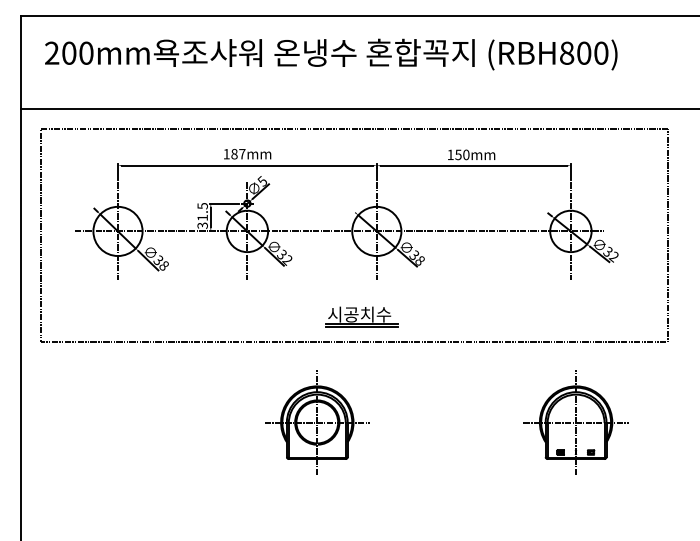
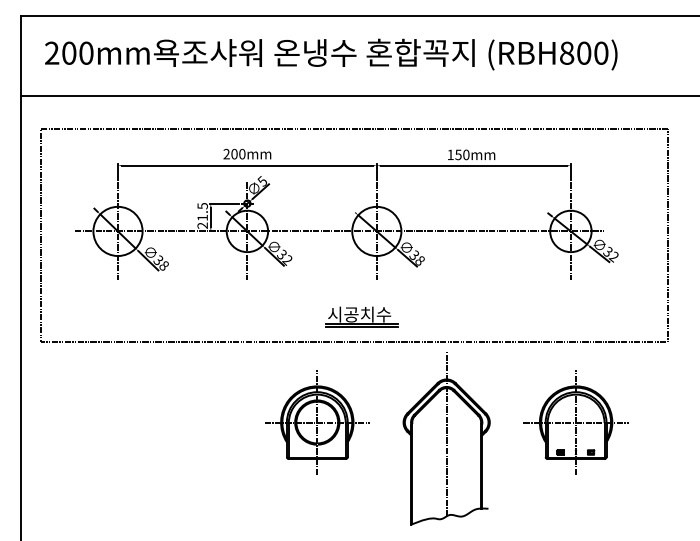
line at (358, 108) position: (358, 108) -> (358, 95)
text at (234, 153): 187mm -> 200mm
text at (202, 225): 31.5 -> 21.5
part at (446, 438): none -> present
